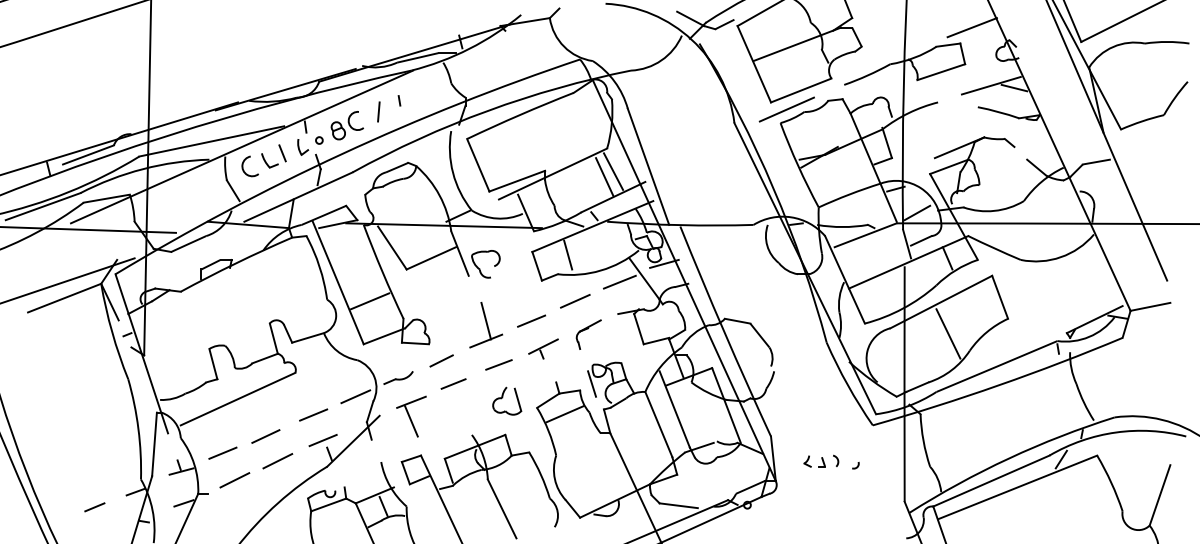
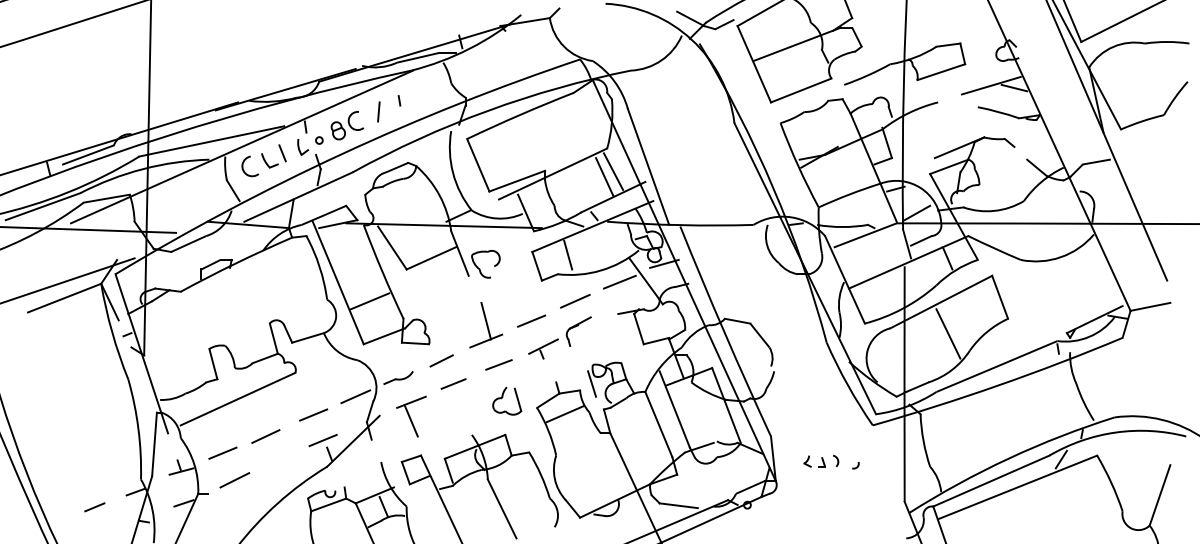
line at (971, 27): present -> none
line at (786, 109): present -> none
part at (588, 334) position: (588, 334) -> (578, 331)
line at (277, 461): present -> none
